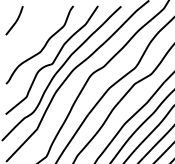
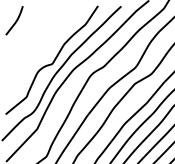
curve at (42, 47): present -> none
